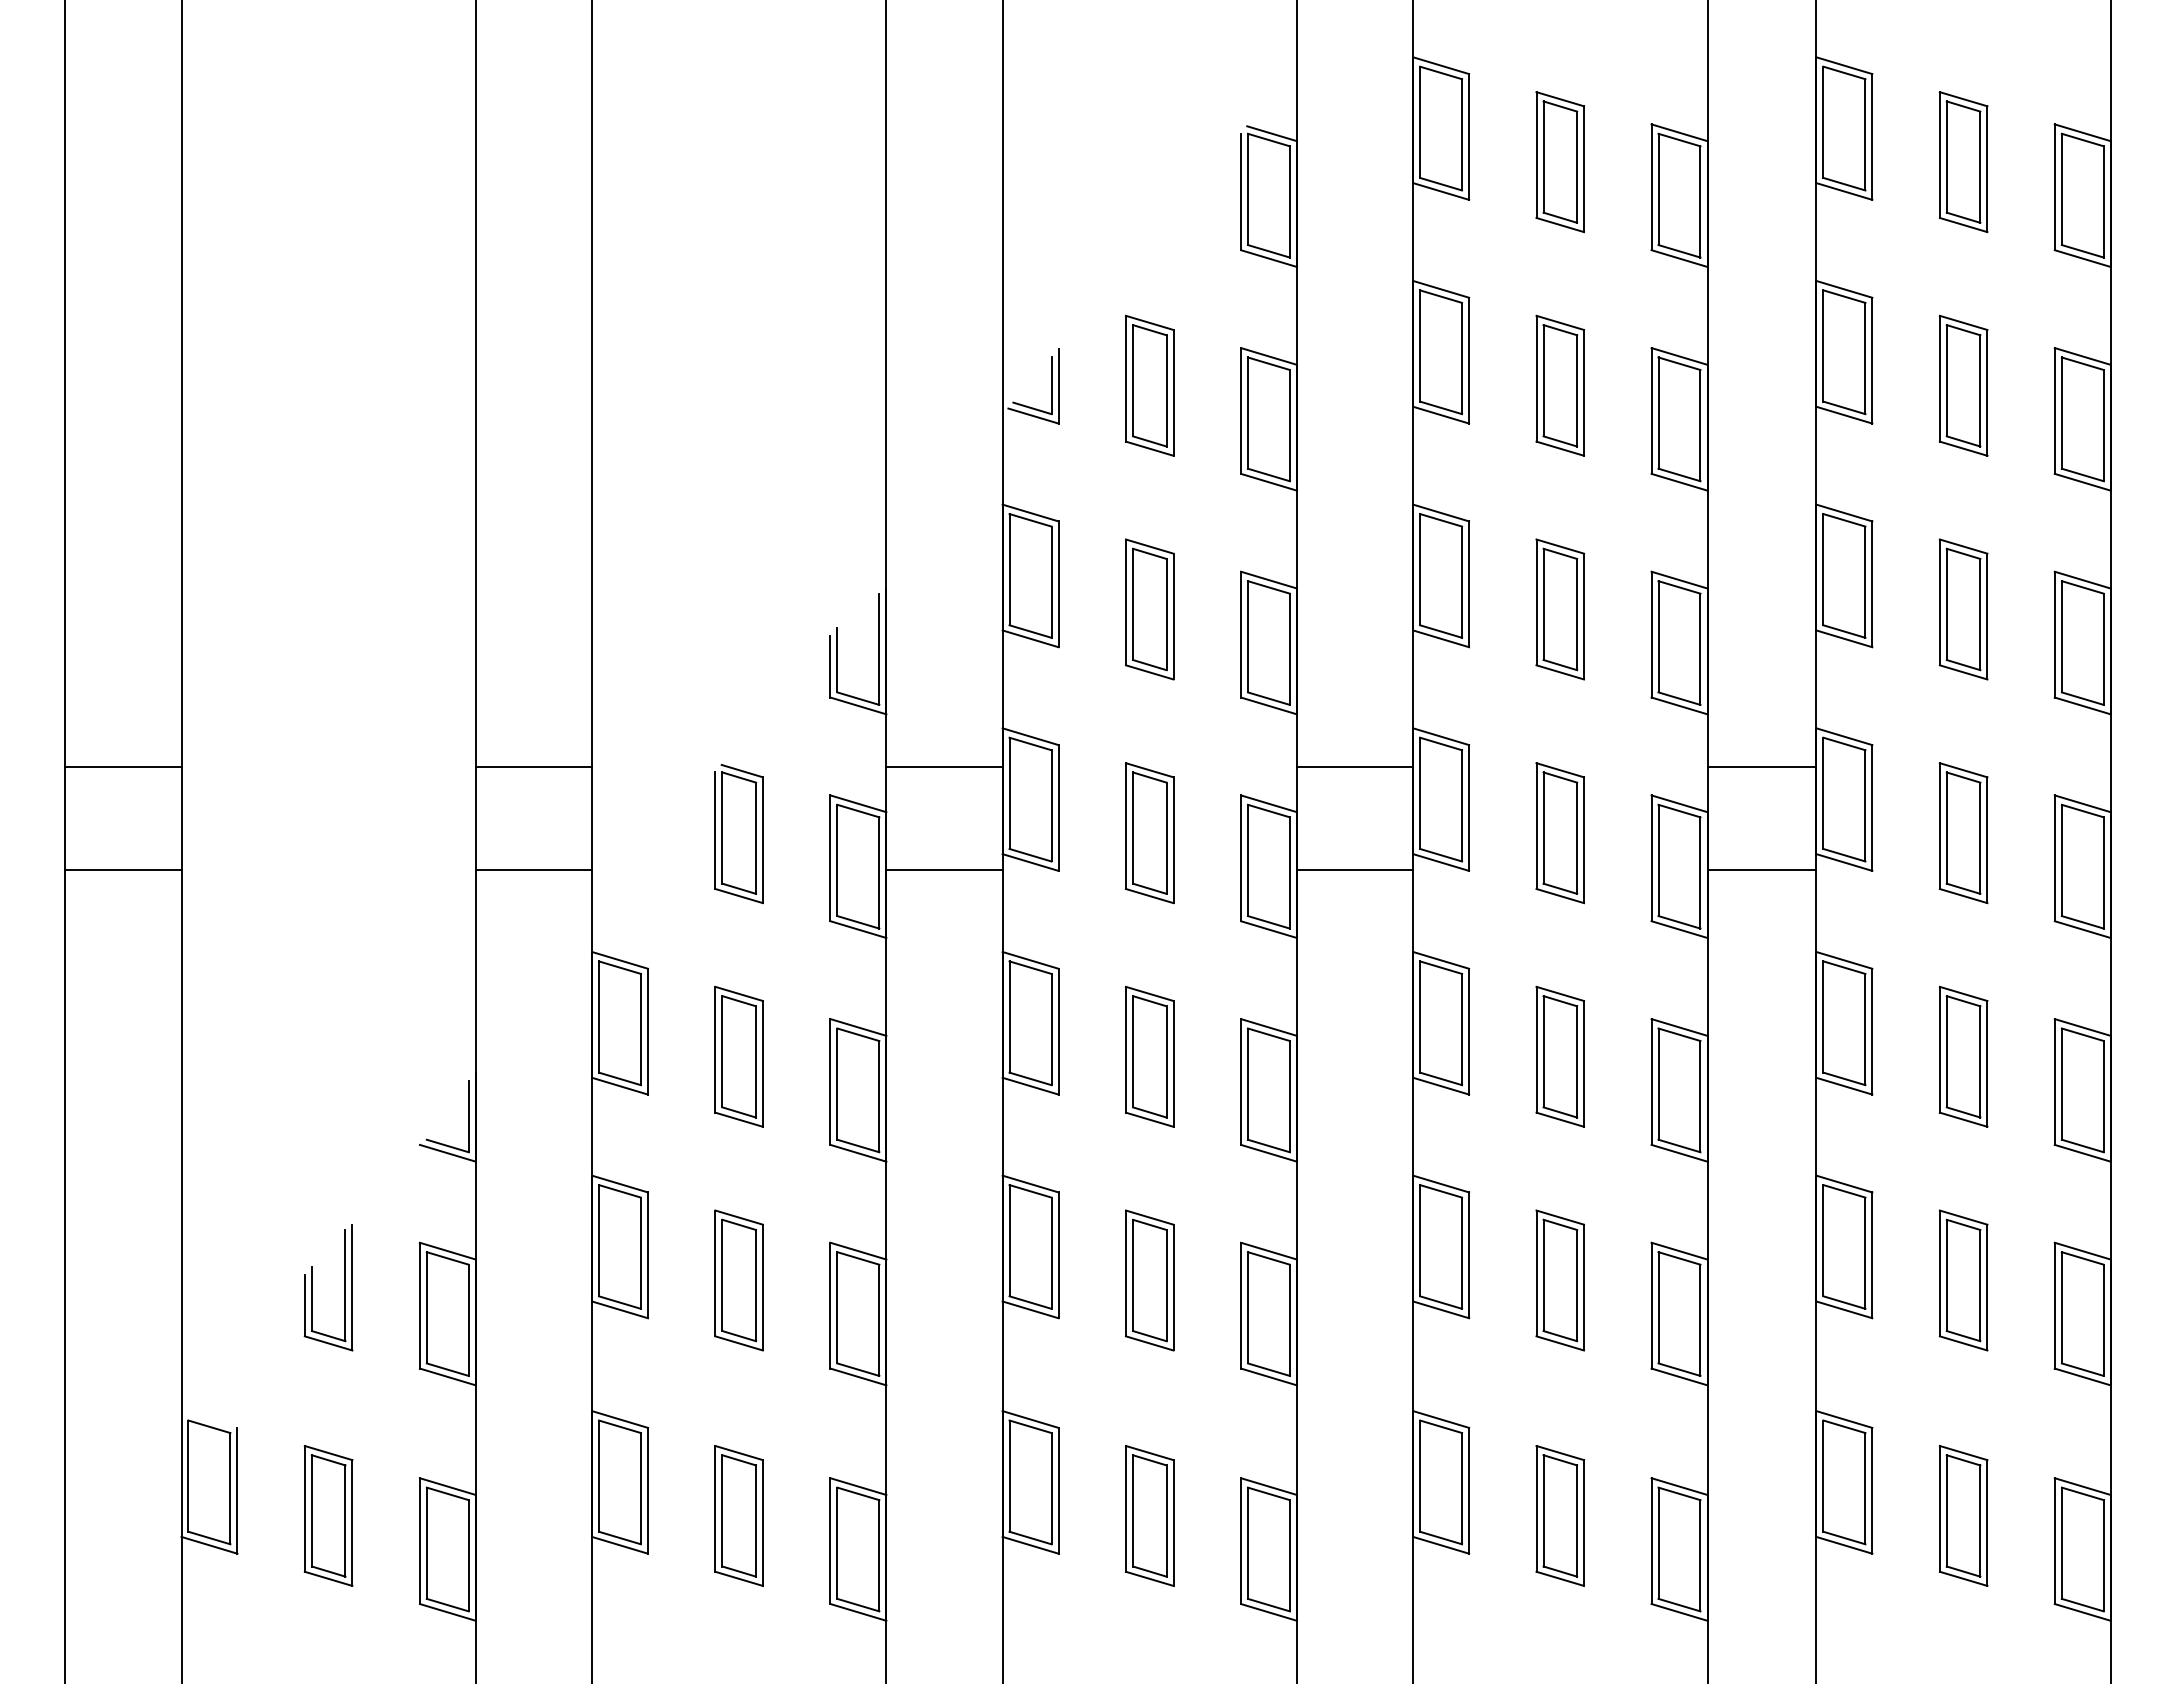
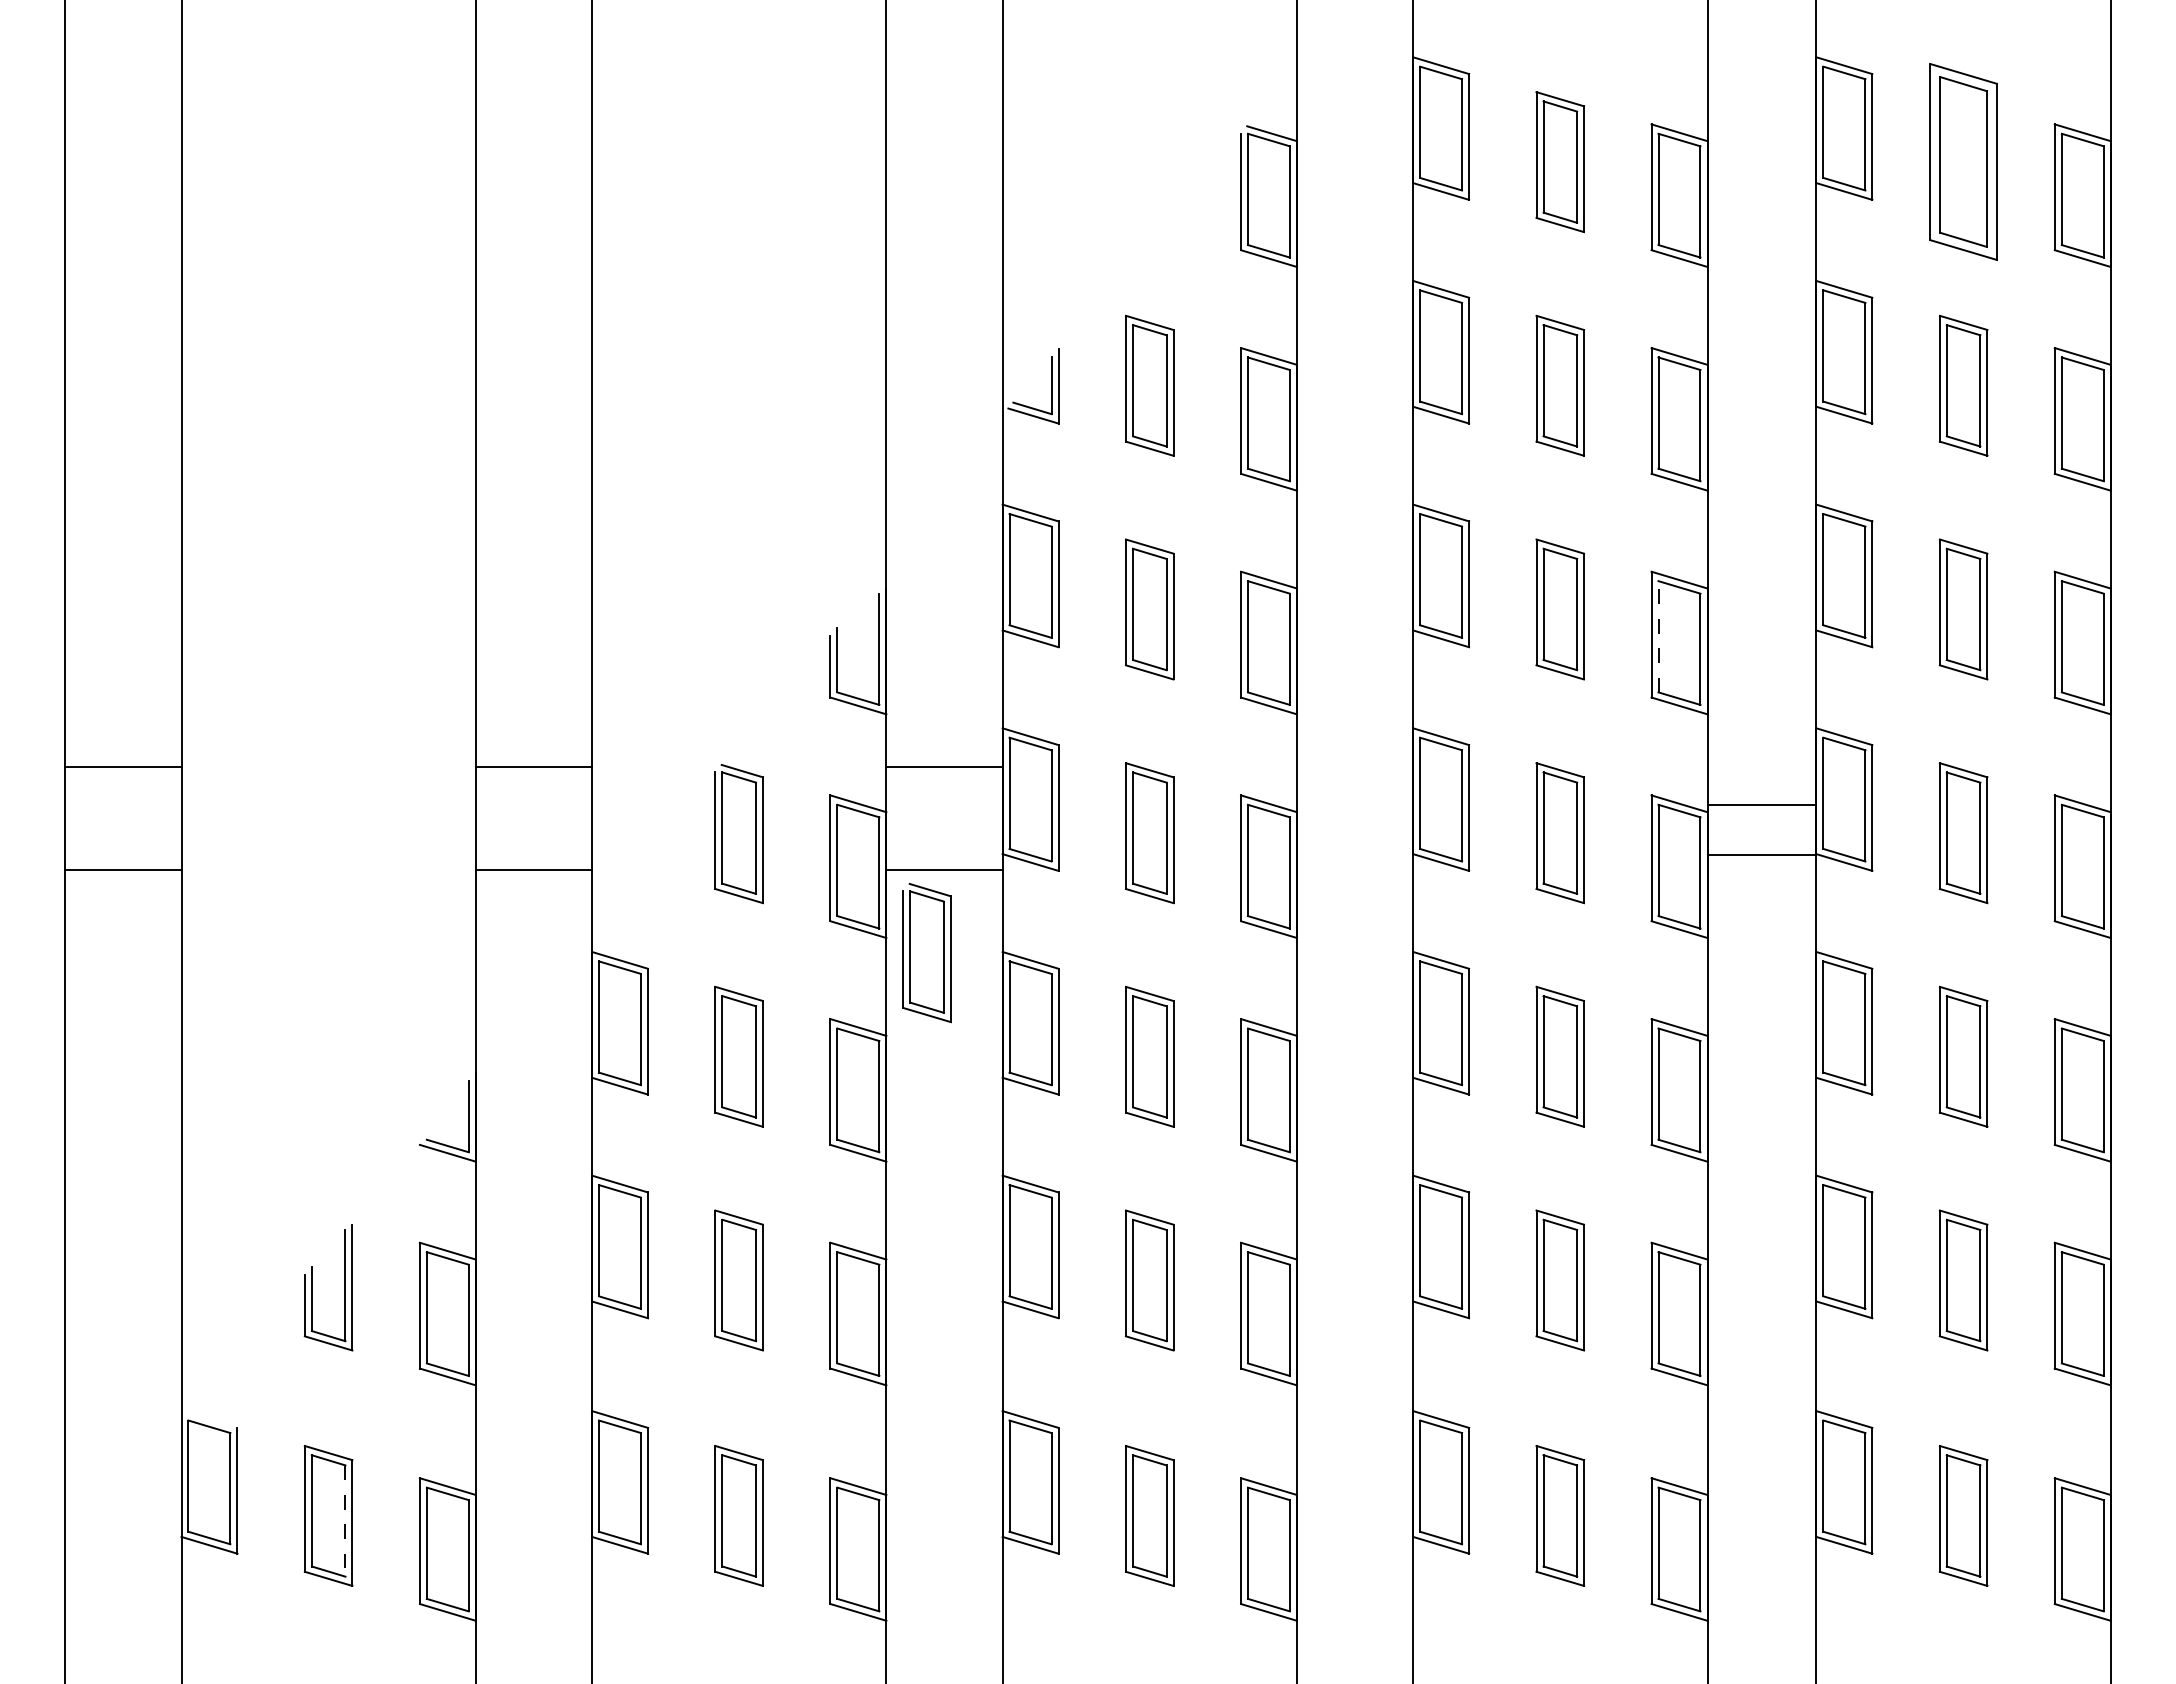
part at (1963, 162) size: 51x143 px -> 69x198 px
line at (1658, 636): solid -> dashed
line at (1354, 767): present -> none
line at (1761, 767) position: (1761, 767) -> (1761, 805)
line at (1354, 870): present -> none
line at (1761, 870) position: (1761, 870) -> (1761, 855)
part at (926, 953): none -> present
line at (345, 1521): solid -> dashed
